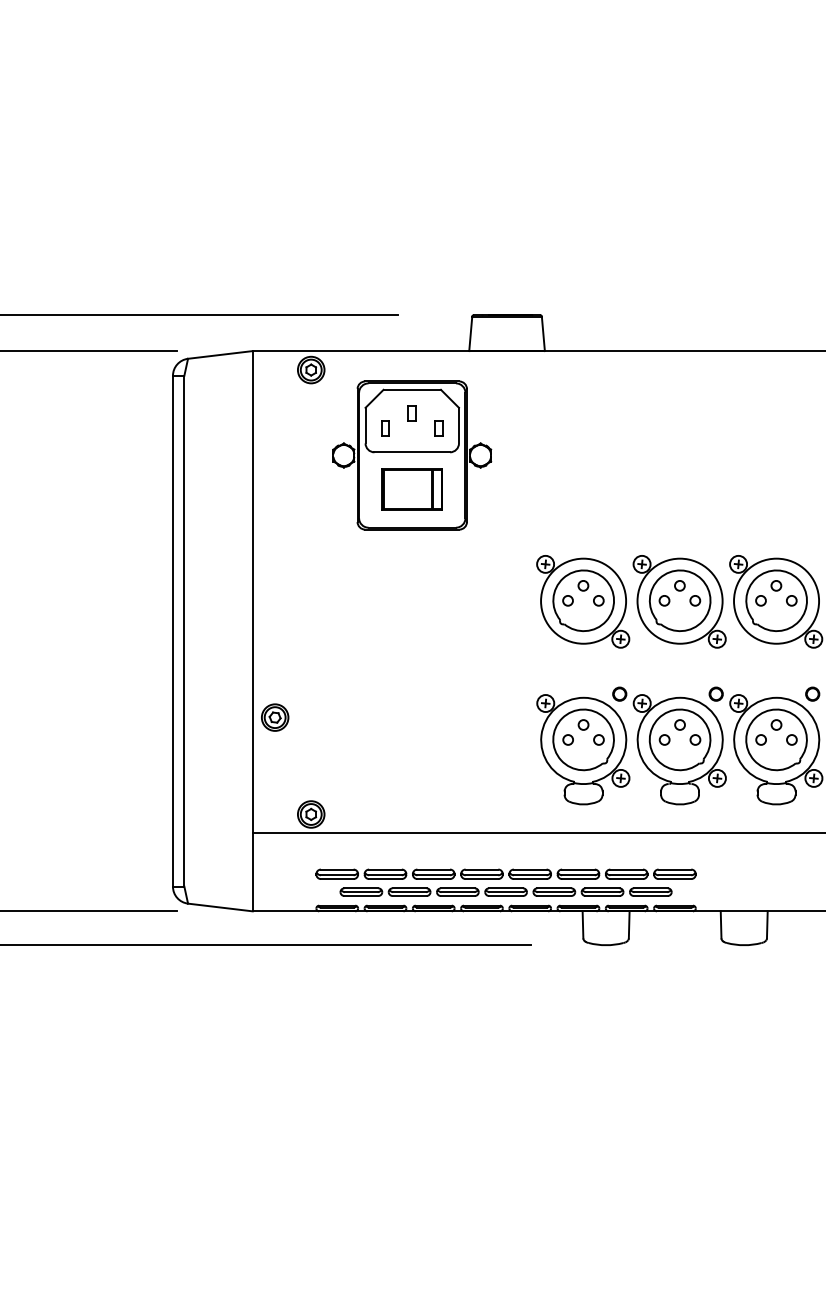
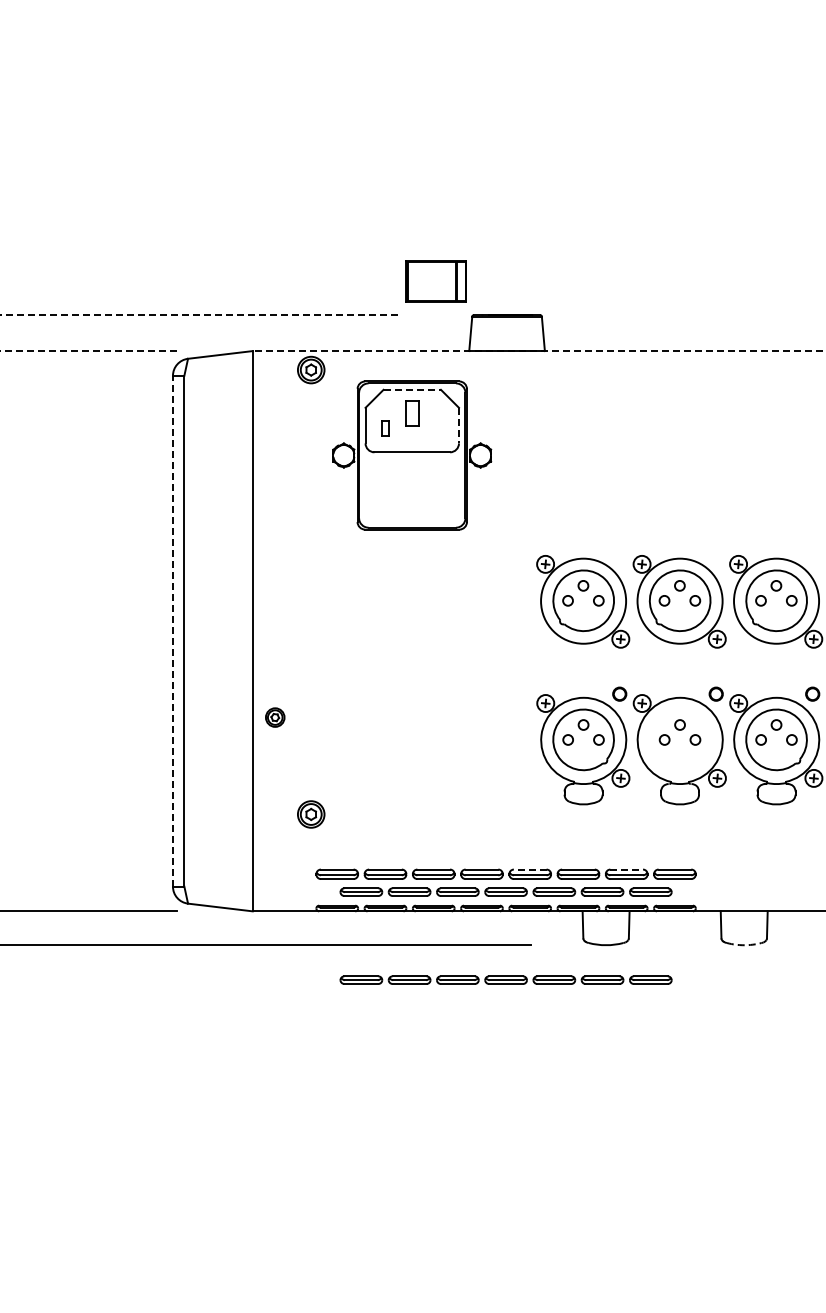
line at (199, 315): solid -> dashed
line at (88, 351): solid -> dashed
line at (538, 351): solid -> dashed
line at (412, 389): solid -> dashed
part at (411, 413) size: 10x17 px -> 15x27 px
line at (459, 425): solid -> dashed
part at (438, 428): present -> none
part at (411, 489) position: (411, 489) -> (435, 281)
line at (172, 630): solid -> dashed
part at (275, 717) size: 29x29 px -> 21x21 px
part at (679, 739): present -> none
line at (537, 833): present -> none
line at (529, 869): solid -> dashed
line at (627, 869): solid -> dashed
arc at (744, 945): solid -> dashed
part at (505, 979): none -> present
